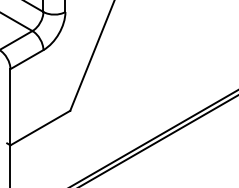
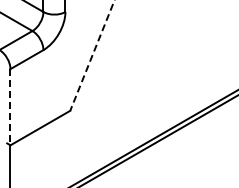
line at (92, 56): solid -> dashed
line at (10, 107): solid -> dashed
